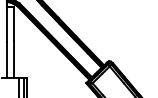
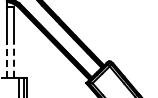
line at (6, 59): solid -> dashed
line at (14, 59): solid -> dashed
